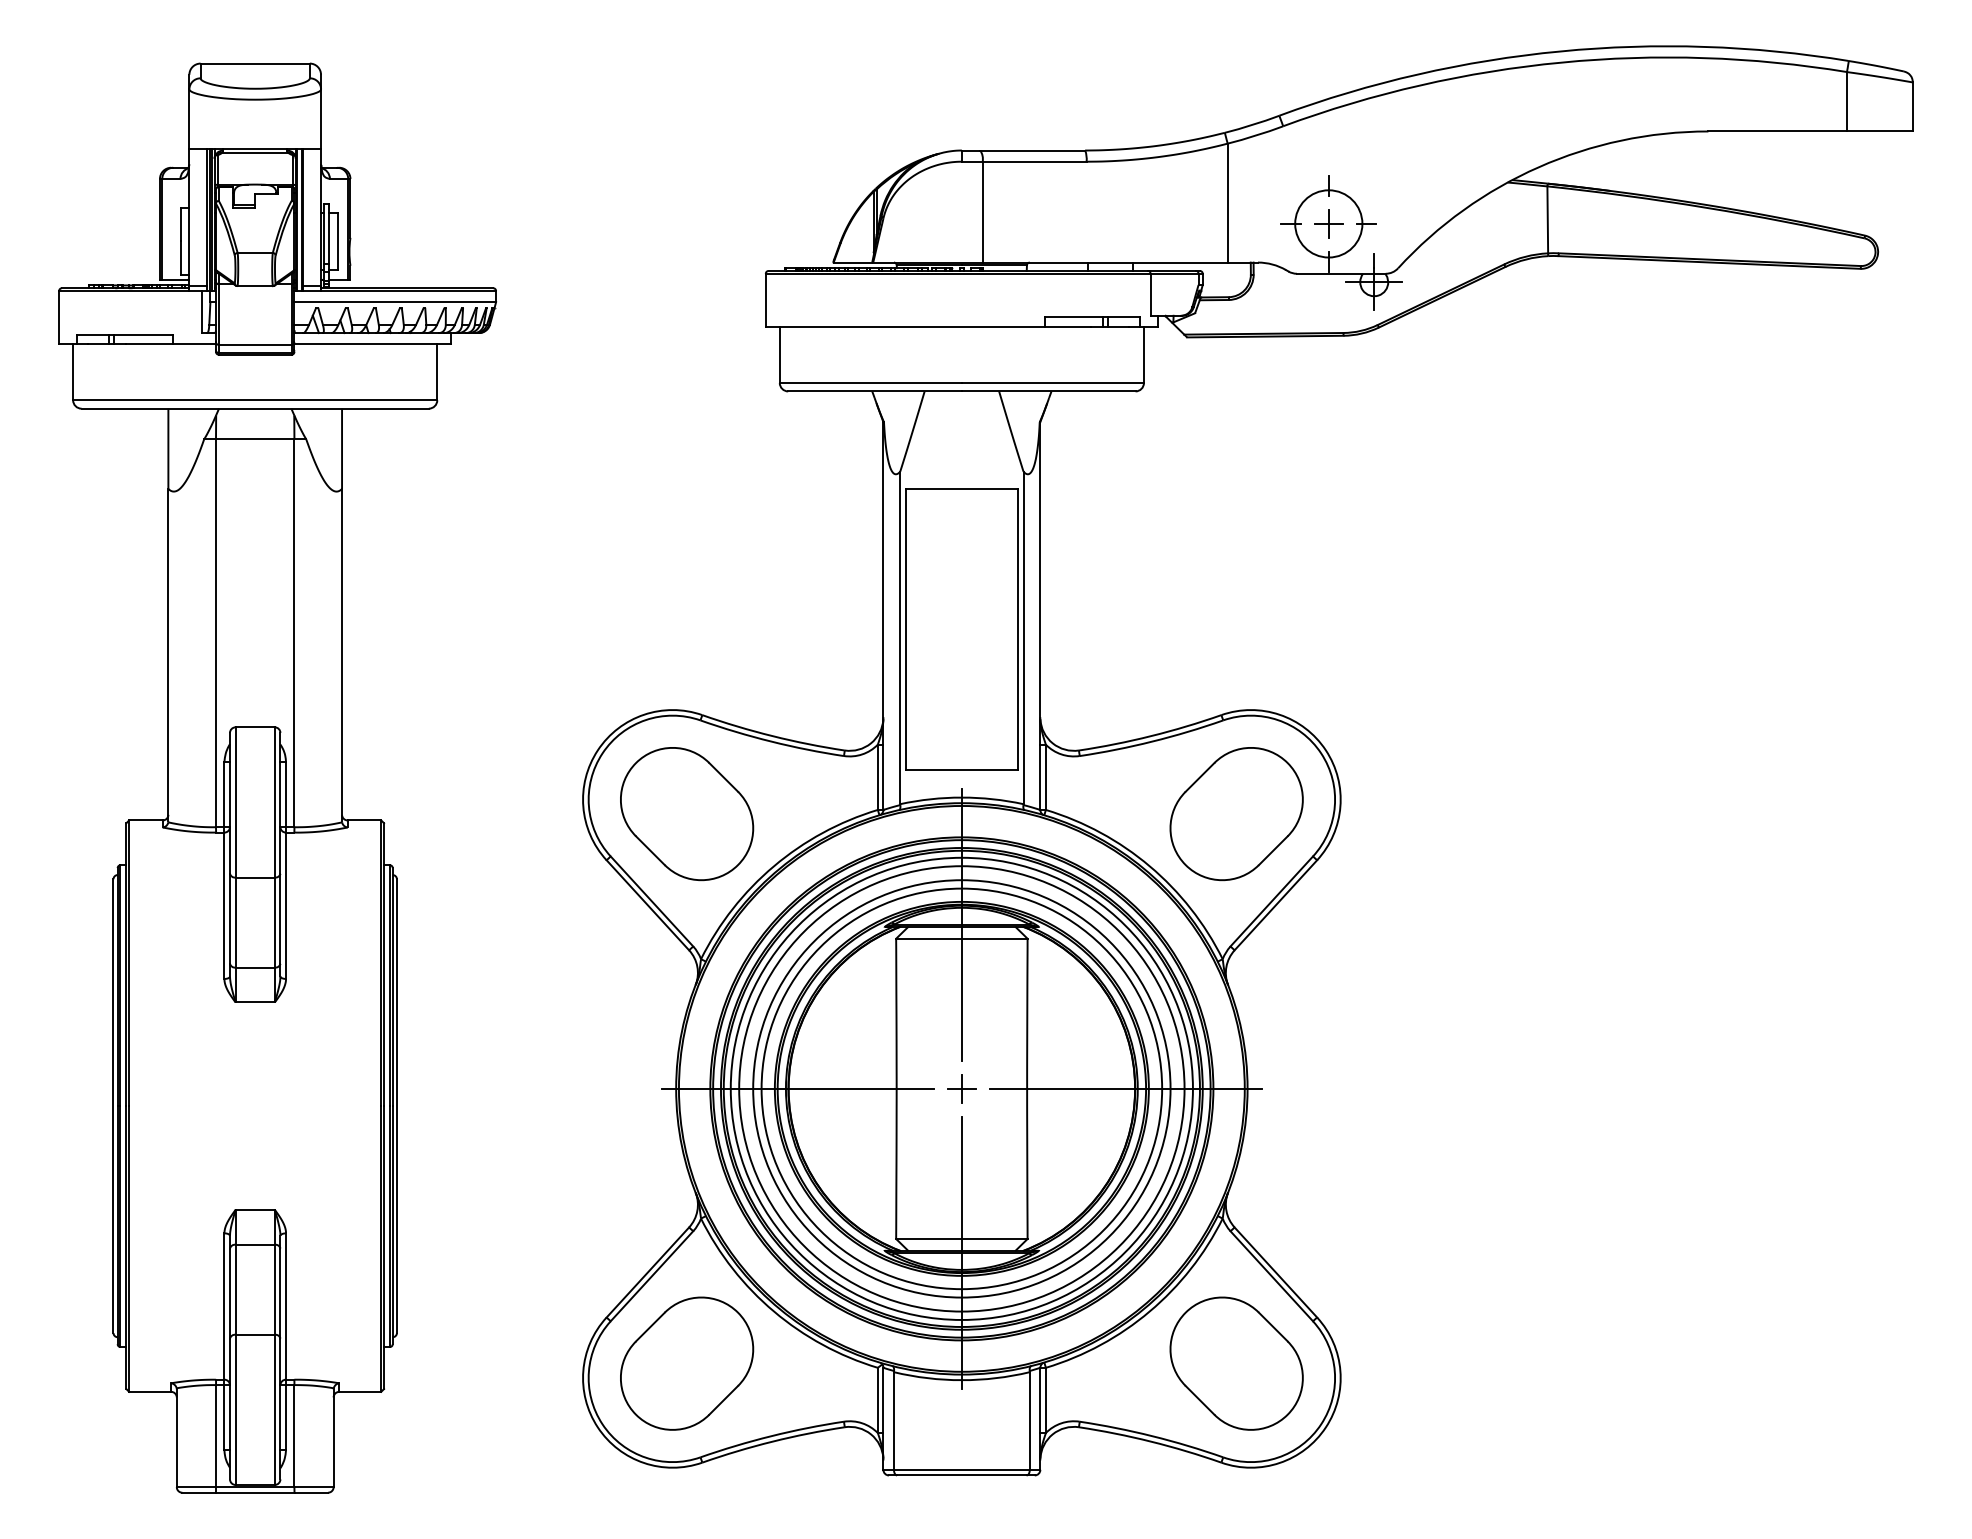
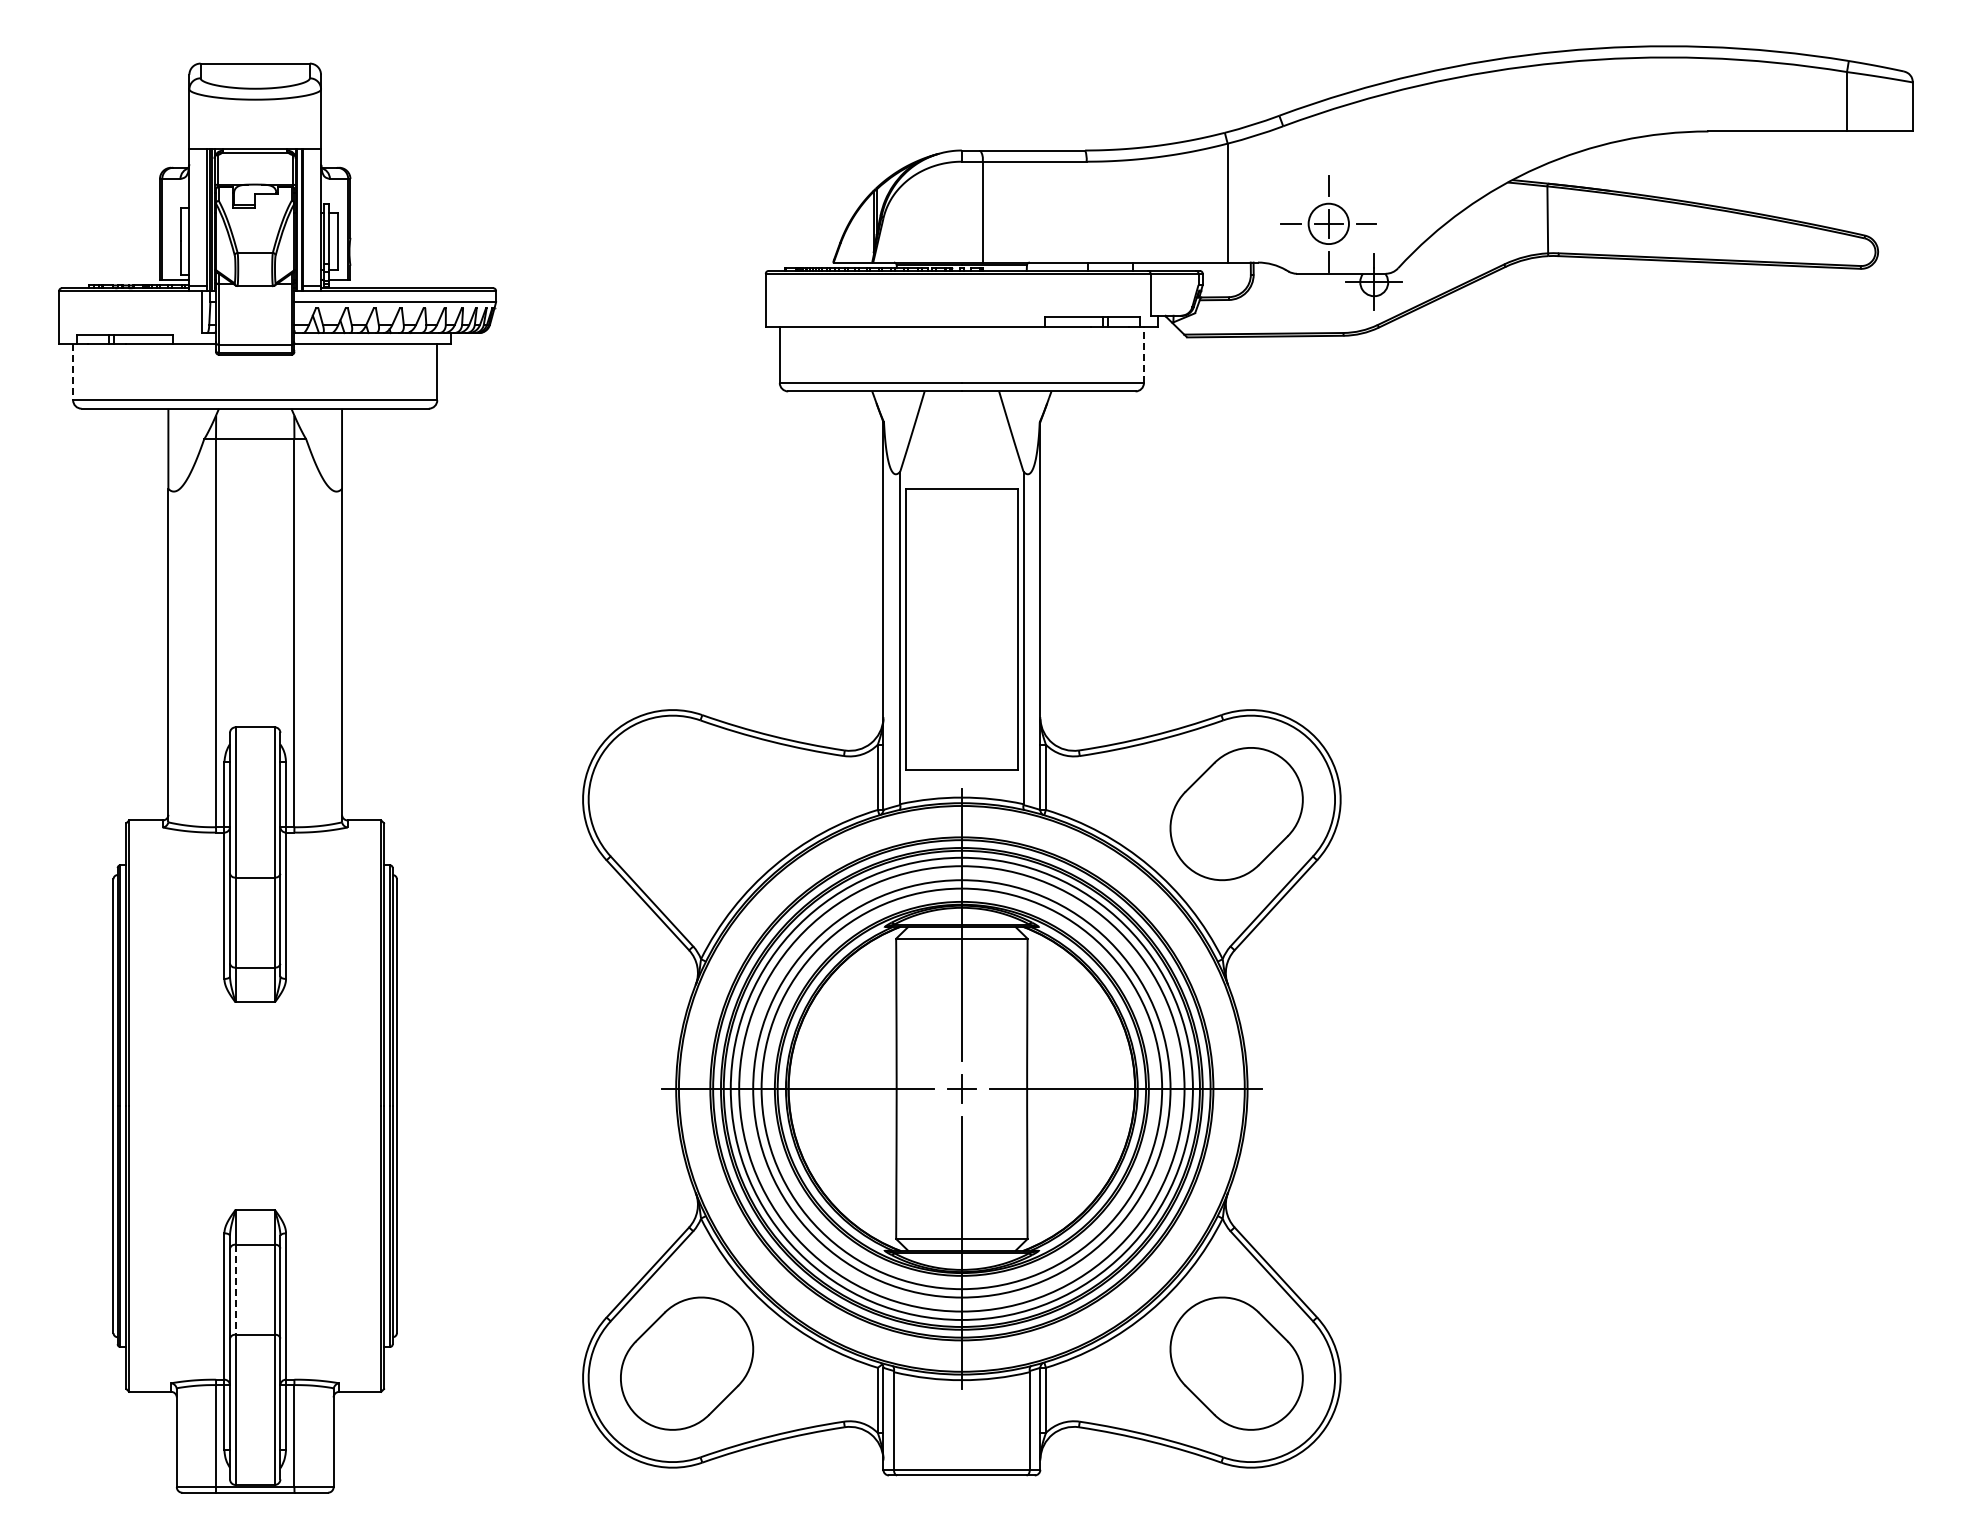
circle at (1328, 223) diameter: 67 px -> 40 px
line at (1143, 354): solid -> dashed
line at (73, 372): solid -> dashed
part at (687, 814): present -> none
line at (235, 1290): solid -> dashed
